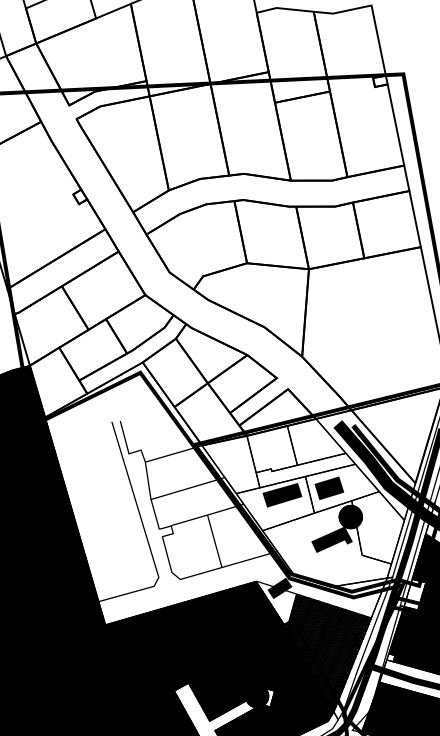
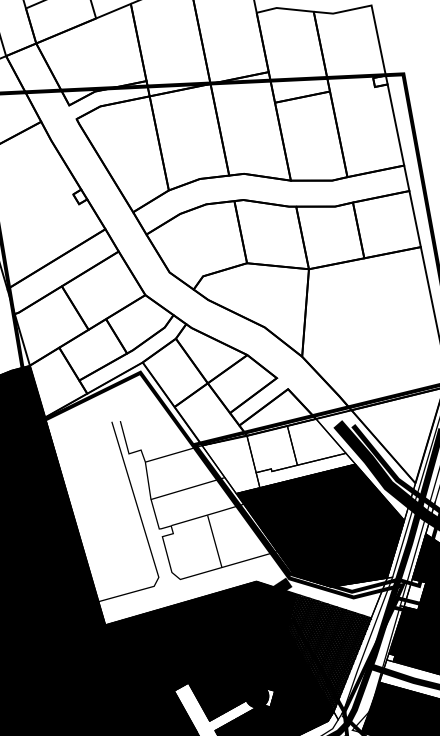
hatch at (320, 525): none -> present
hatch at (276, 604): none -> present
